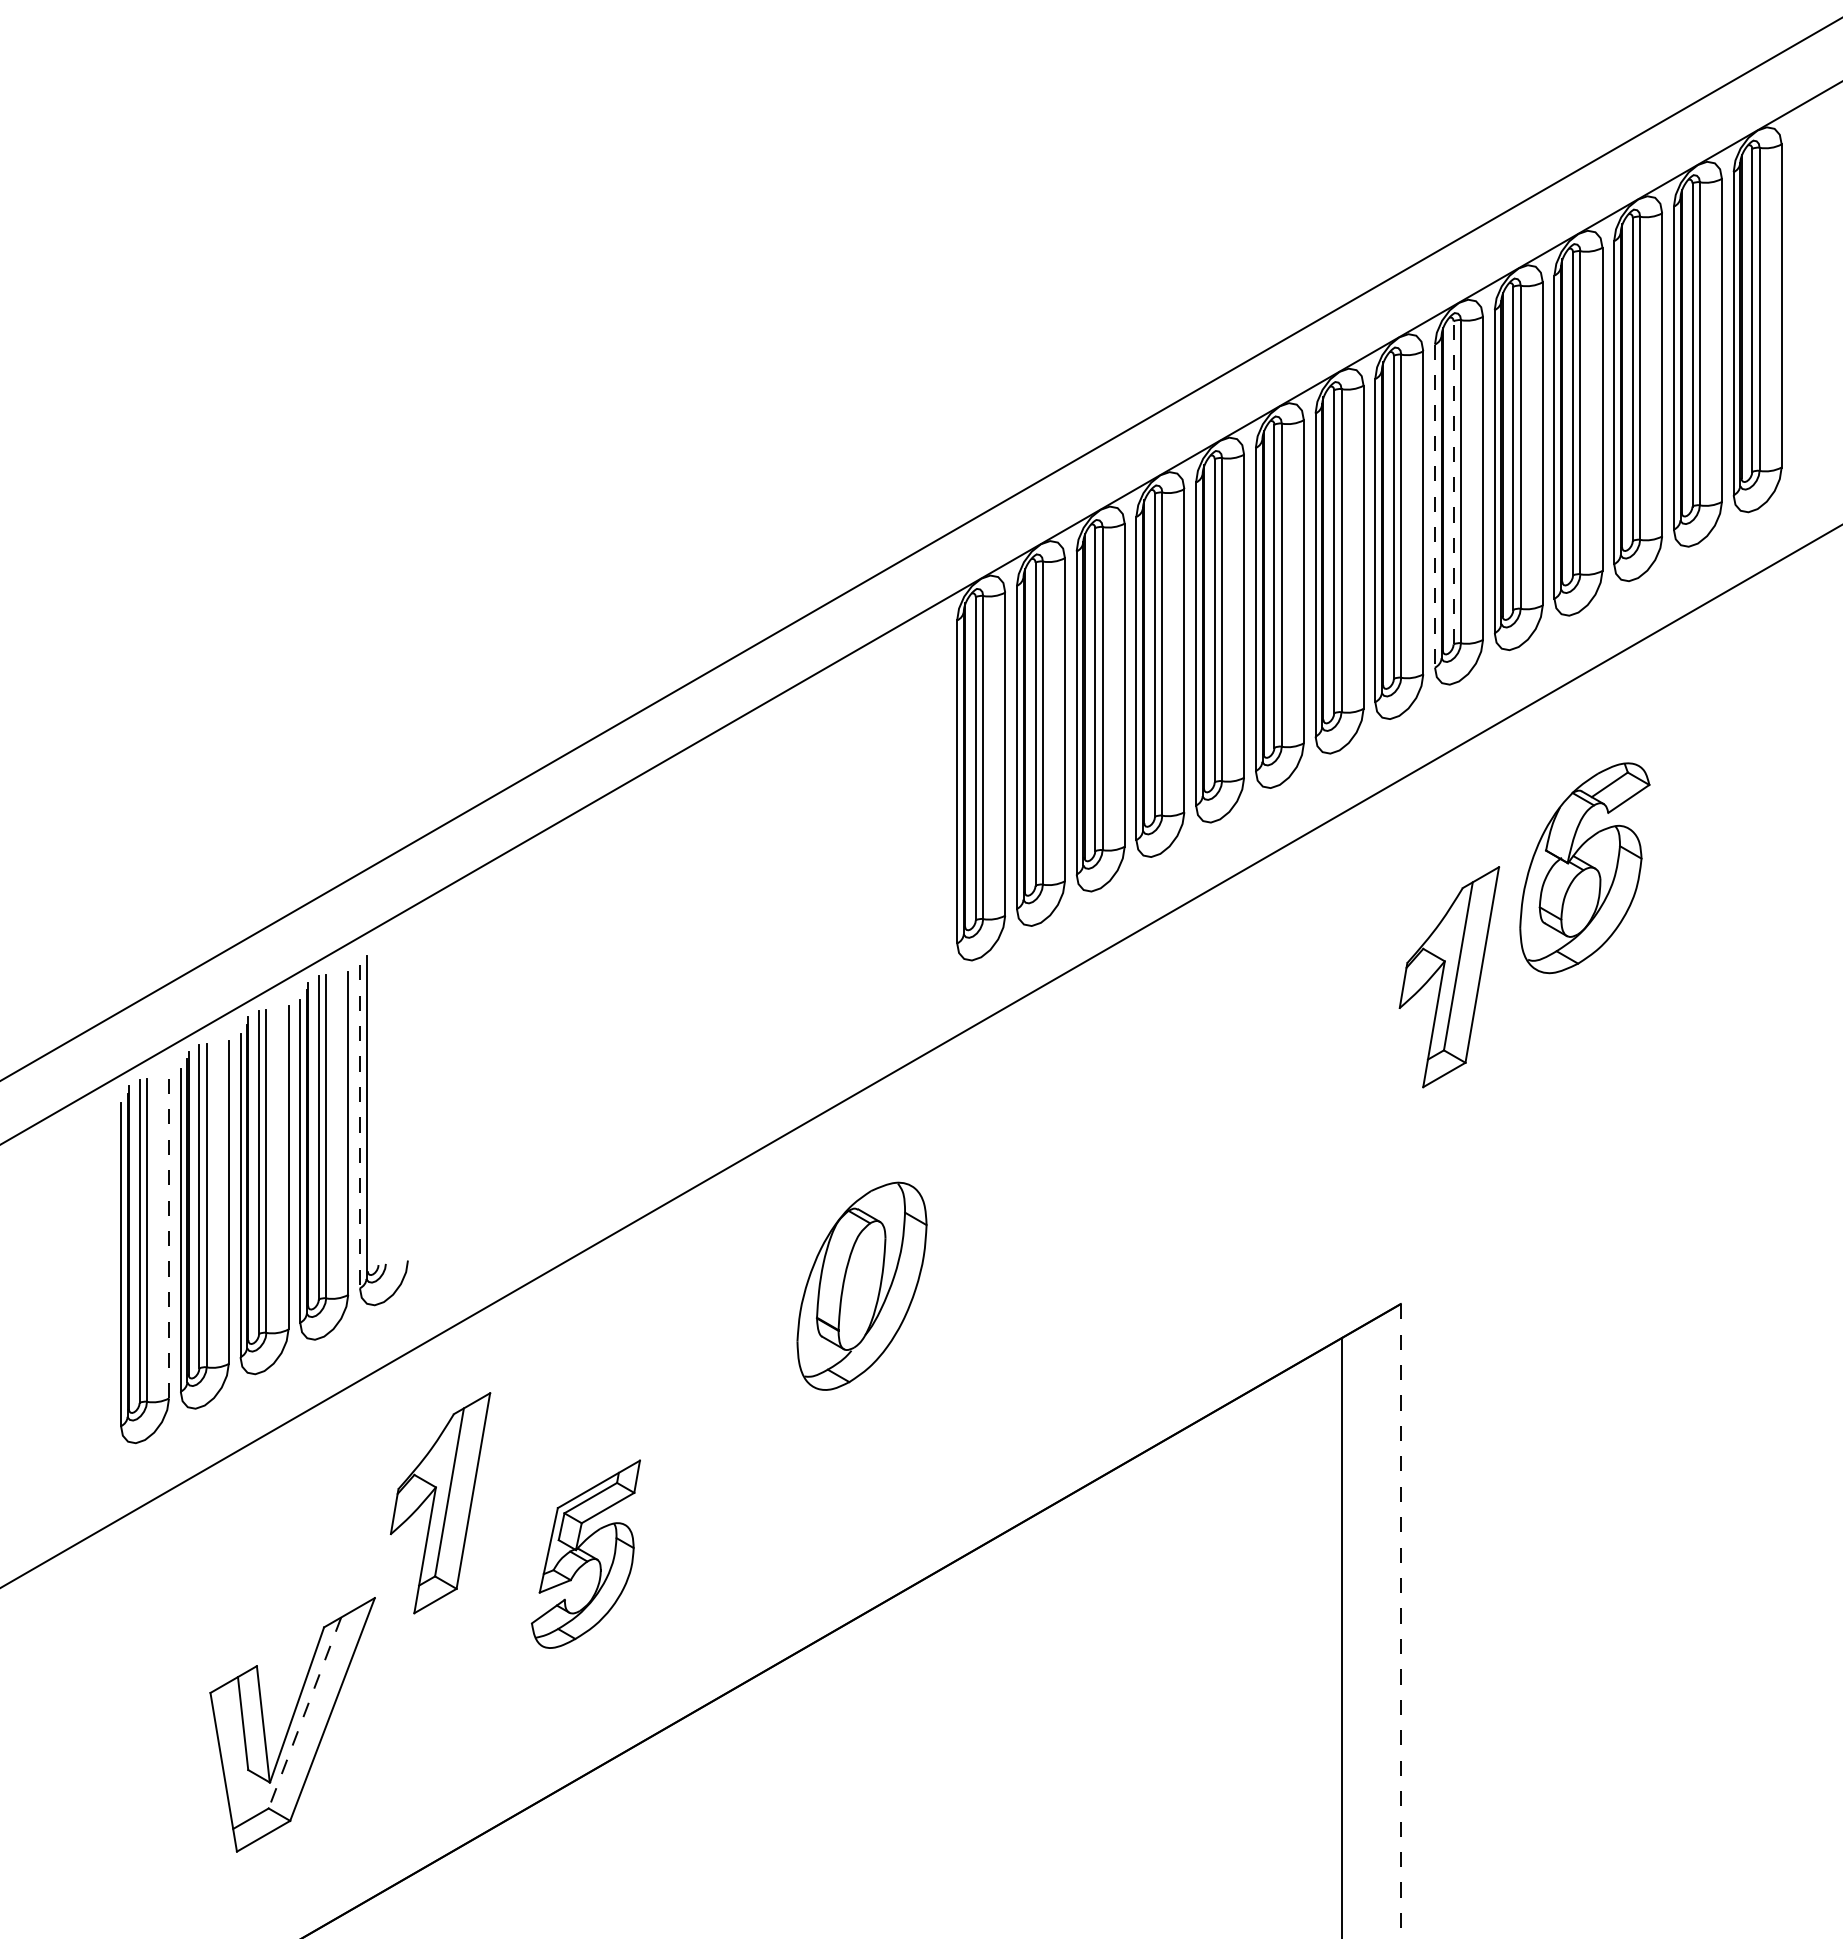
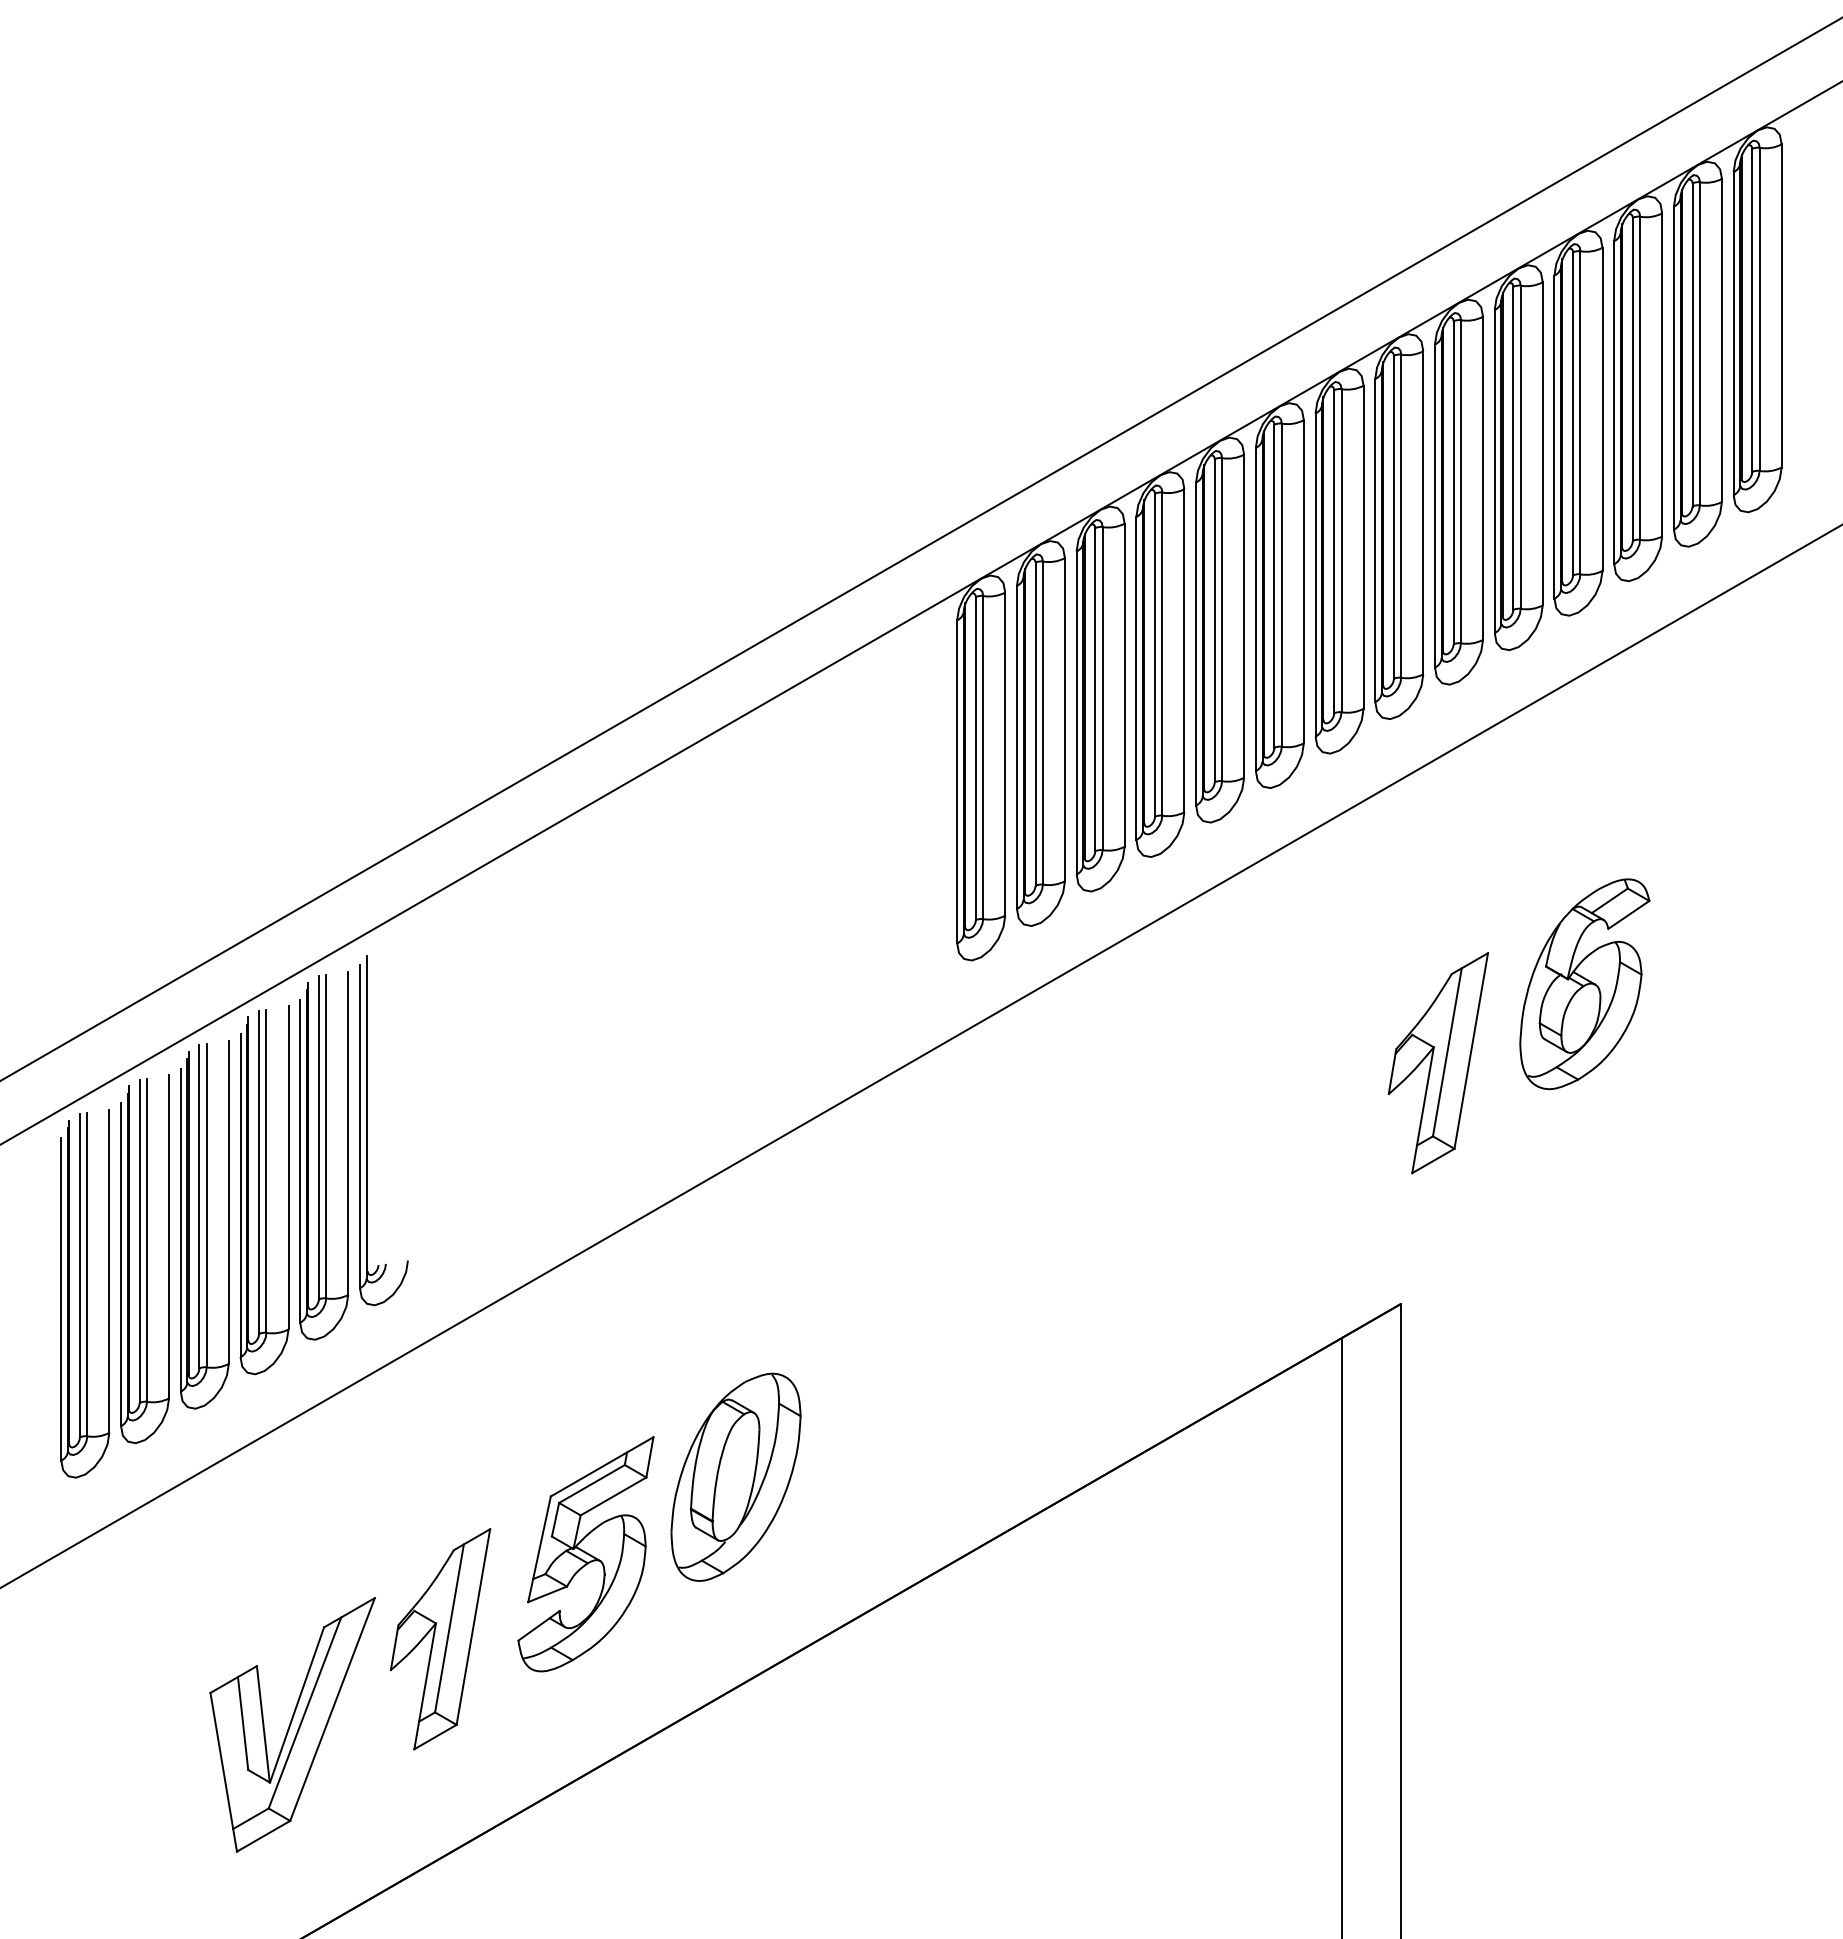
line at (1453, 482): dashed -> solid
line at (1435, 506): dashed -> solid
part at (1584, 868) position: (1584, 868) -> (1584, 984)
part at (1449, 977) position: (1449, 977) -> (1438, 1063)
line at (359, 1126): dashed -> solid
line at (169, 1236): dashed -> solid
part at (861, 1285) position: (861, 1285) -> (735, 1476)
part at (85, 1293): none -> present
part at (440, 1503) position: (440, 1503) -> (440, 1639)
part at (585, 1553) size: 111x190 px -> 138x237 px
line at (1400, 1622): dashed -> solid
line at (304, 1713): dashed -> solid
